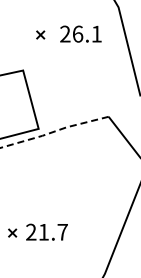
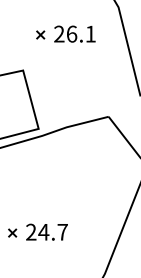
text at (80, 33) position: (80, 33) -> (74, 33)
line at (54, 131): dashed -> solid
text at (43, 232): 21.7 -> 24.7
